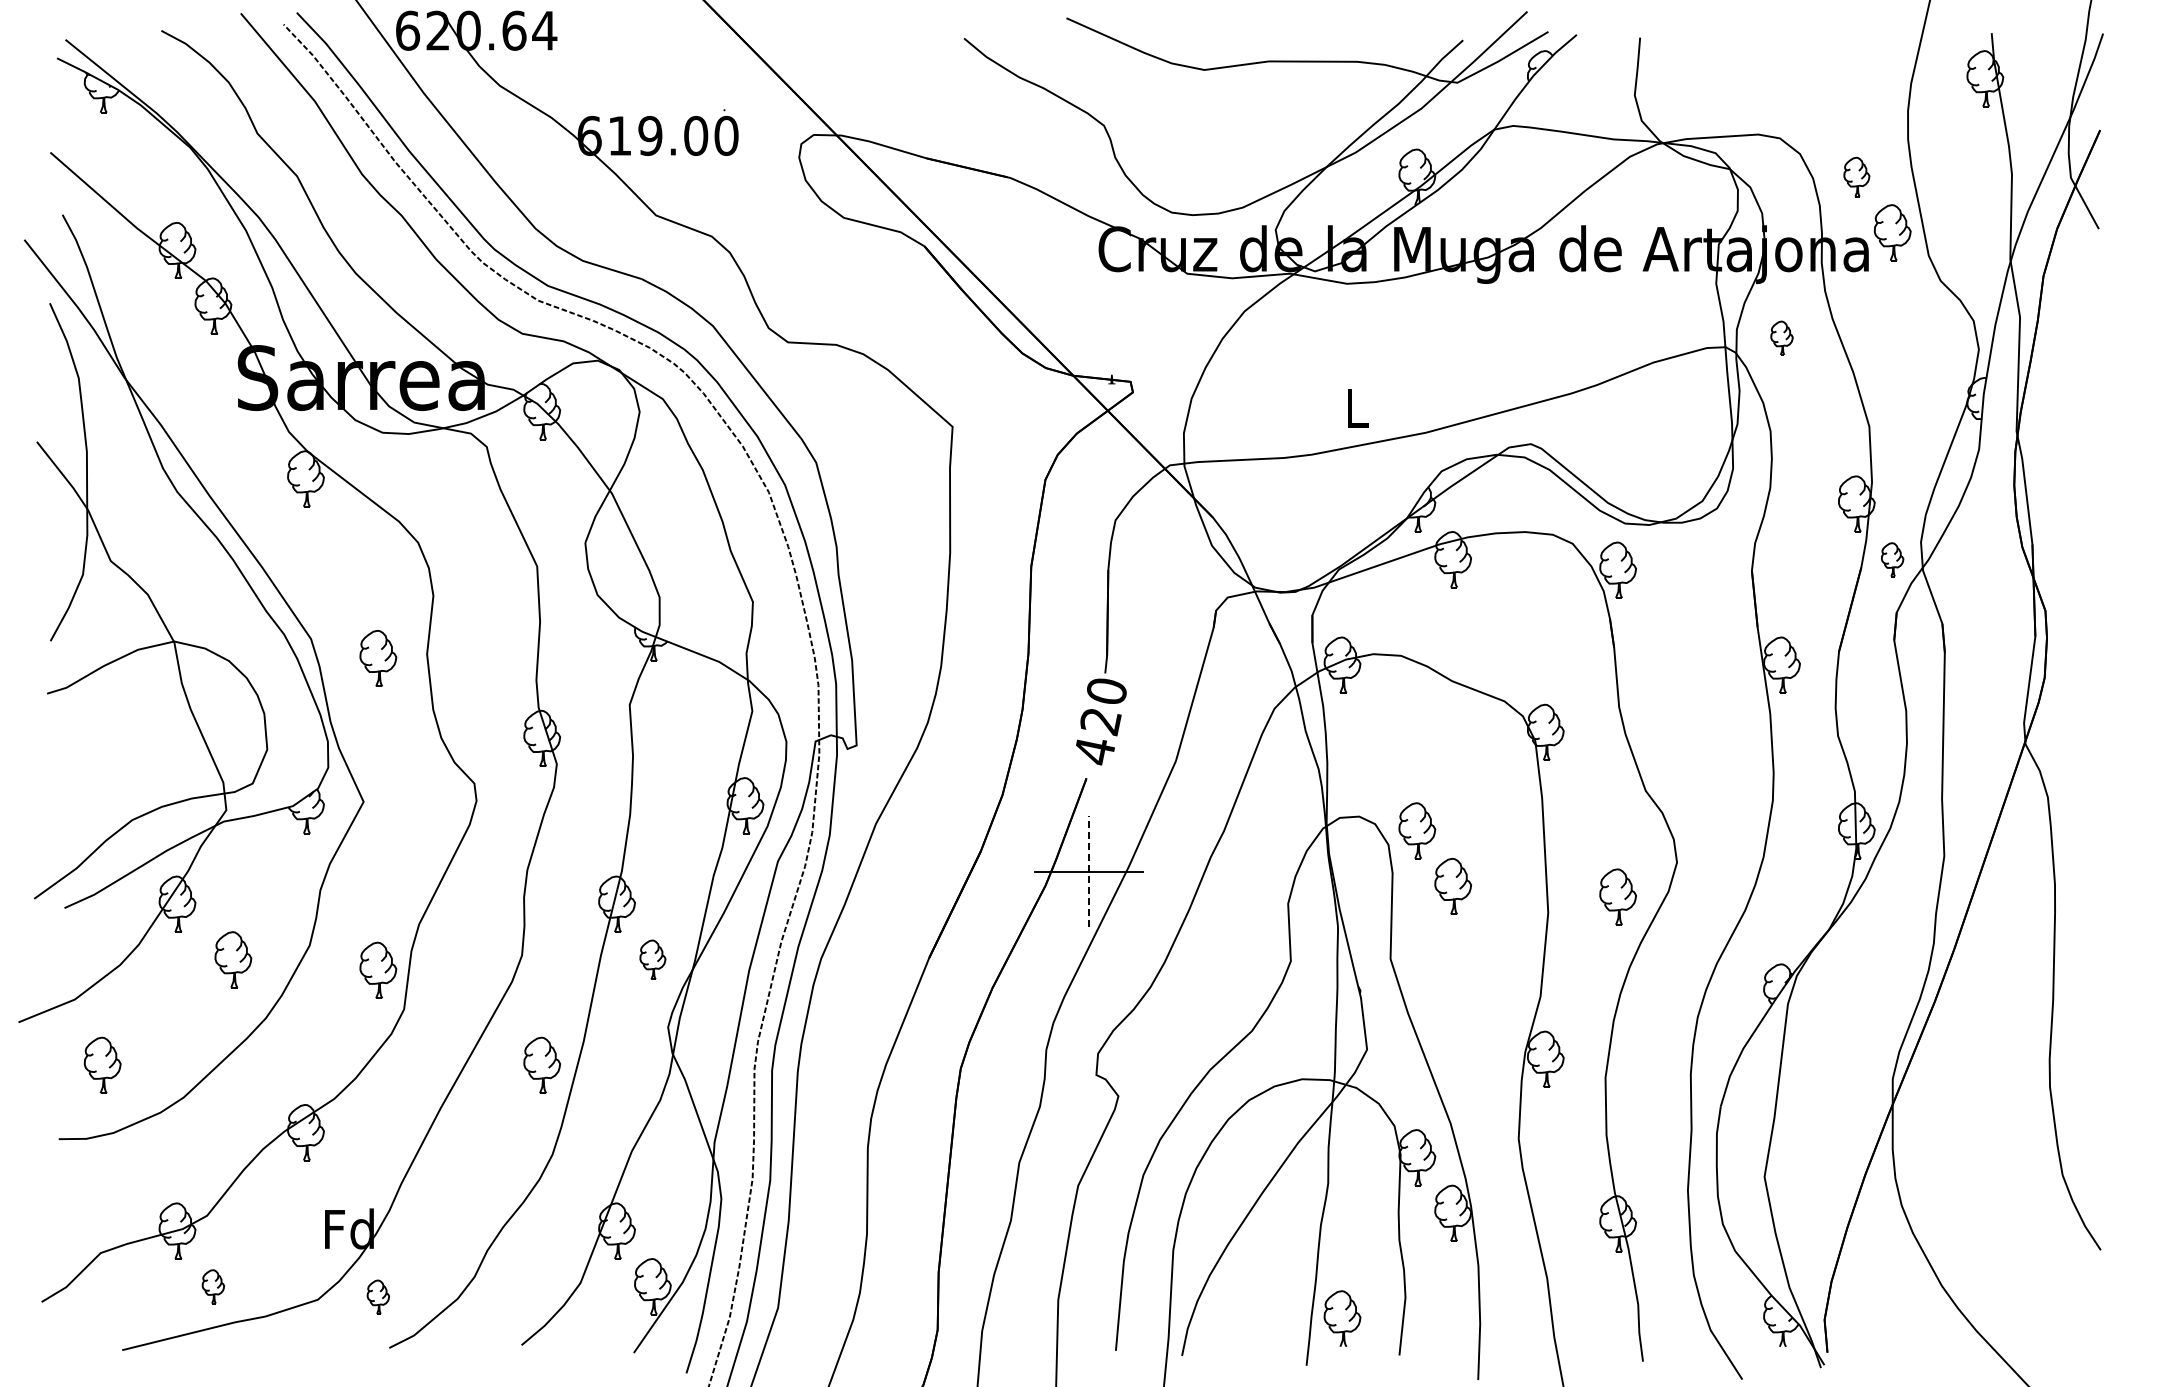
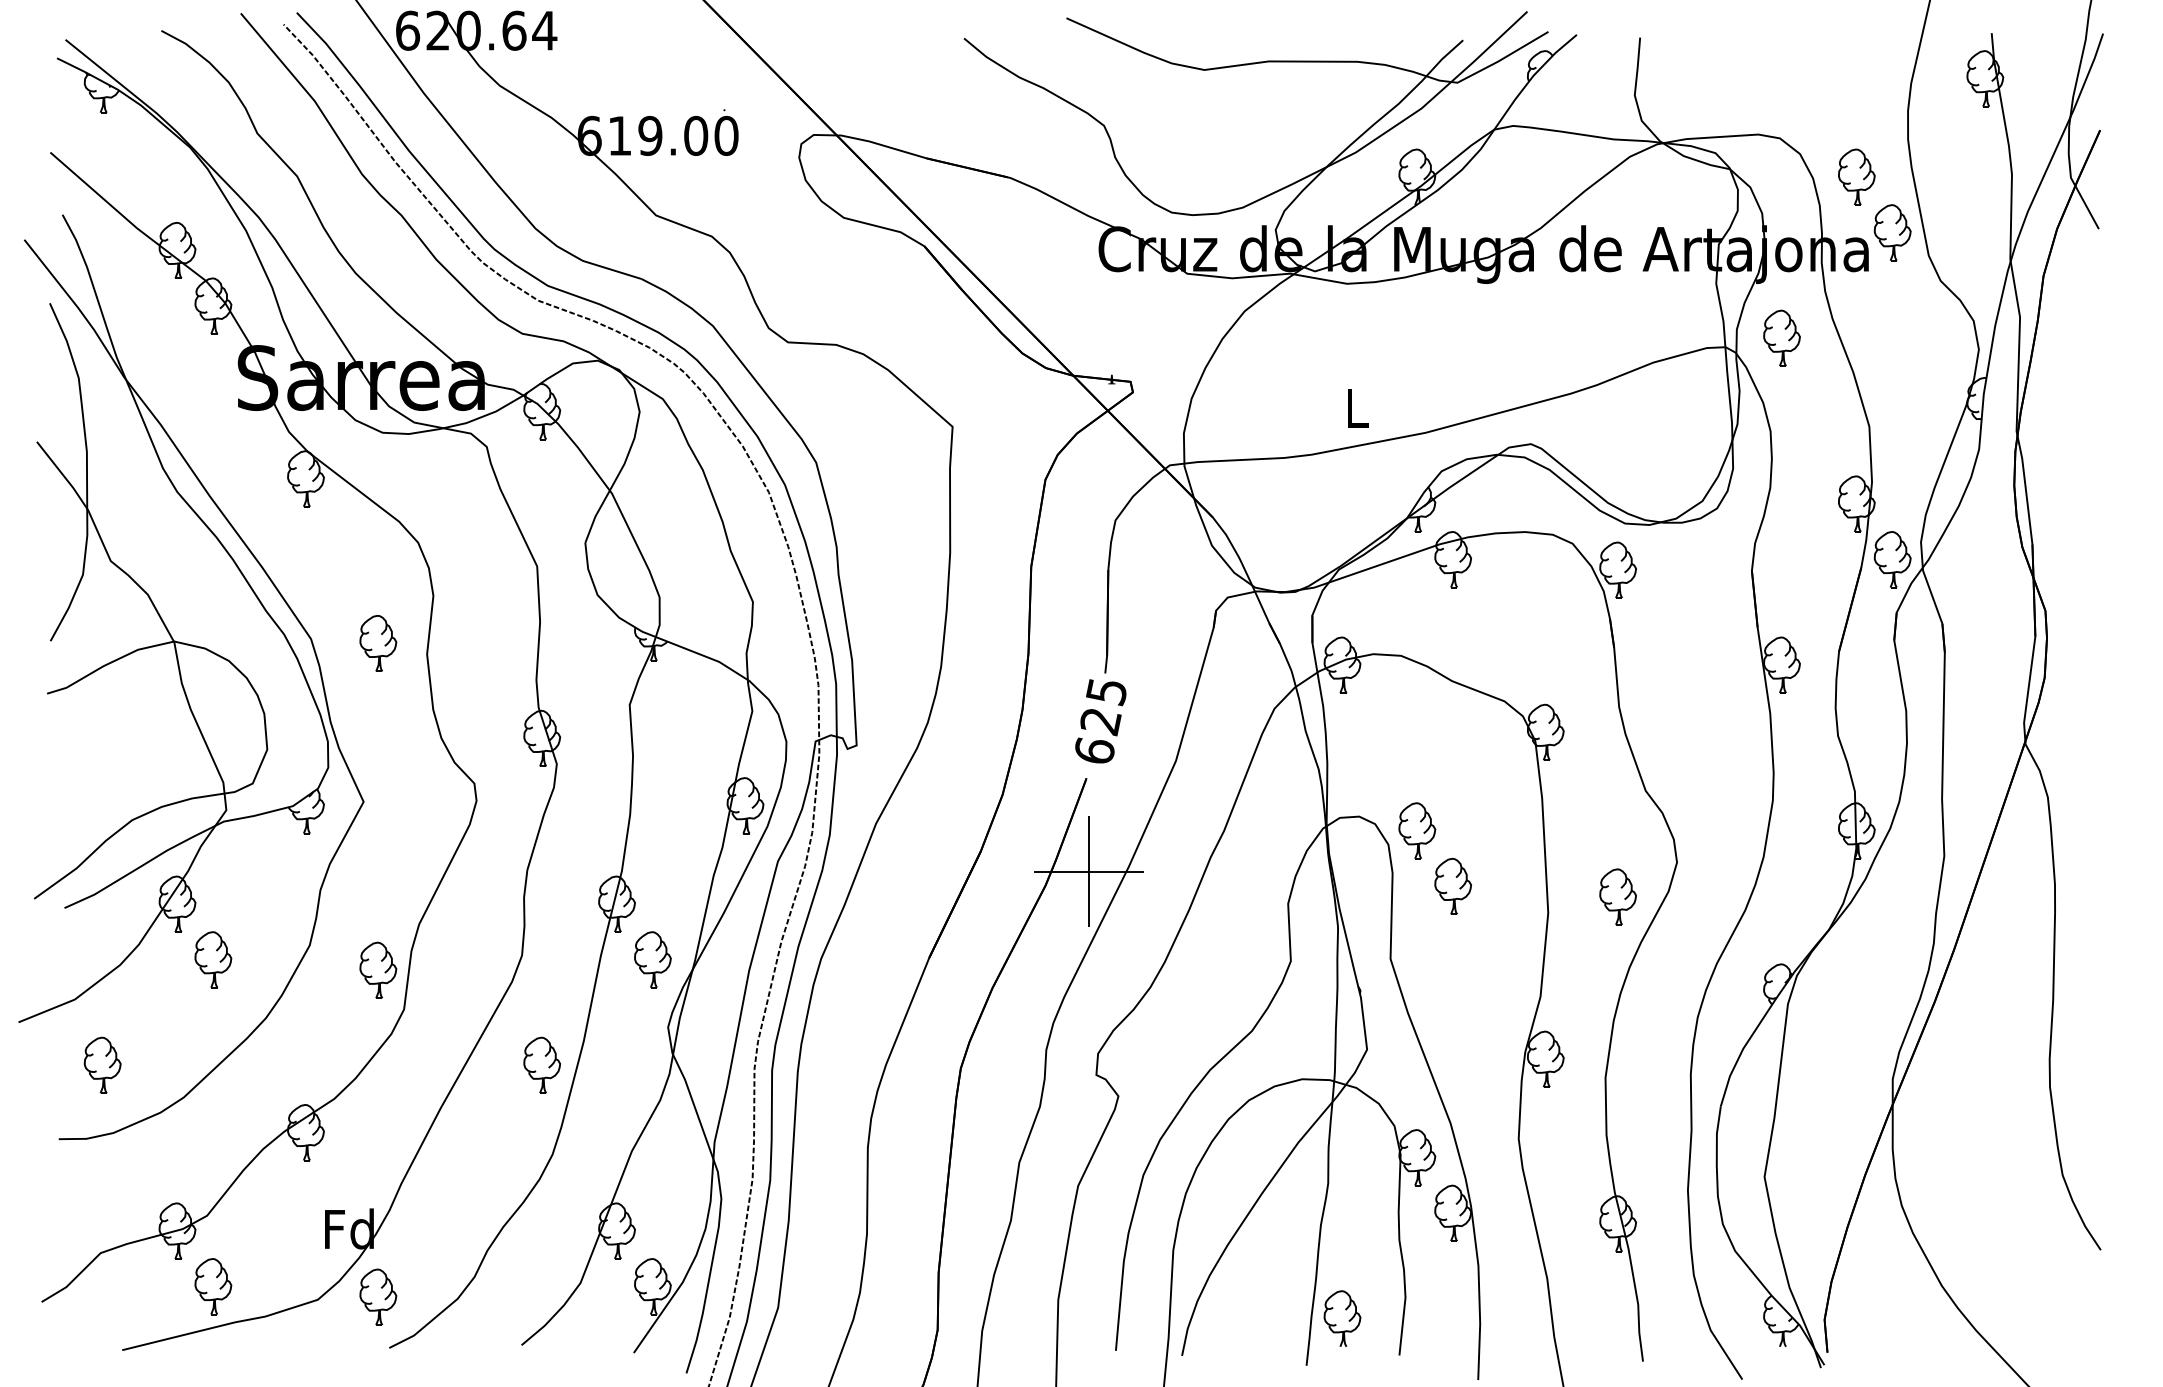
part at (1856, 176) size: 28x42 px -> 38x58 px
part at (1781, 337) size: 24x36 px -> 38x58 px
part at (1892, 559) size: 24x36 px -> 39x58 px
part at (378, 658) position: (378, 658) -> (378, 643)
text at (1100, 721): 420 -> 625
line at (1088, 871): dashed -> solid
part at (233, 959) position: (233, 959) -> (213, 959)
part at (652, 959) size: 28x41 px -> 38x58 px
part at (212, 1286) size: 24x36 px -> 39x58 px
part at (378, 1296) size: 25x36 px -> 39x58 px
